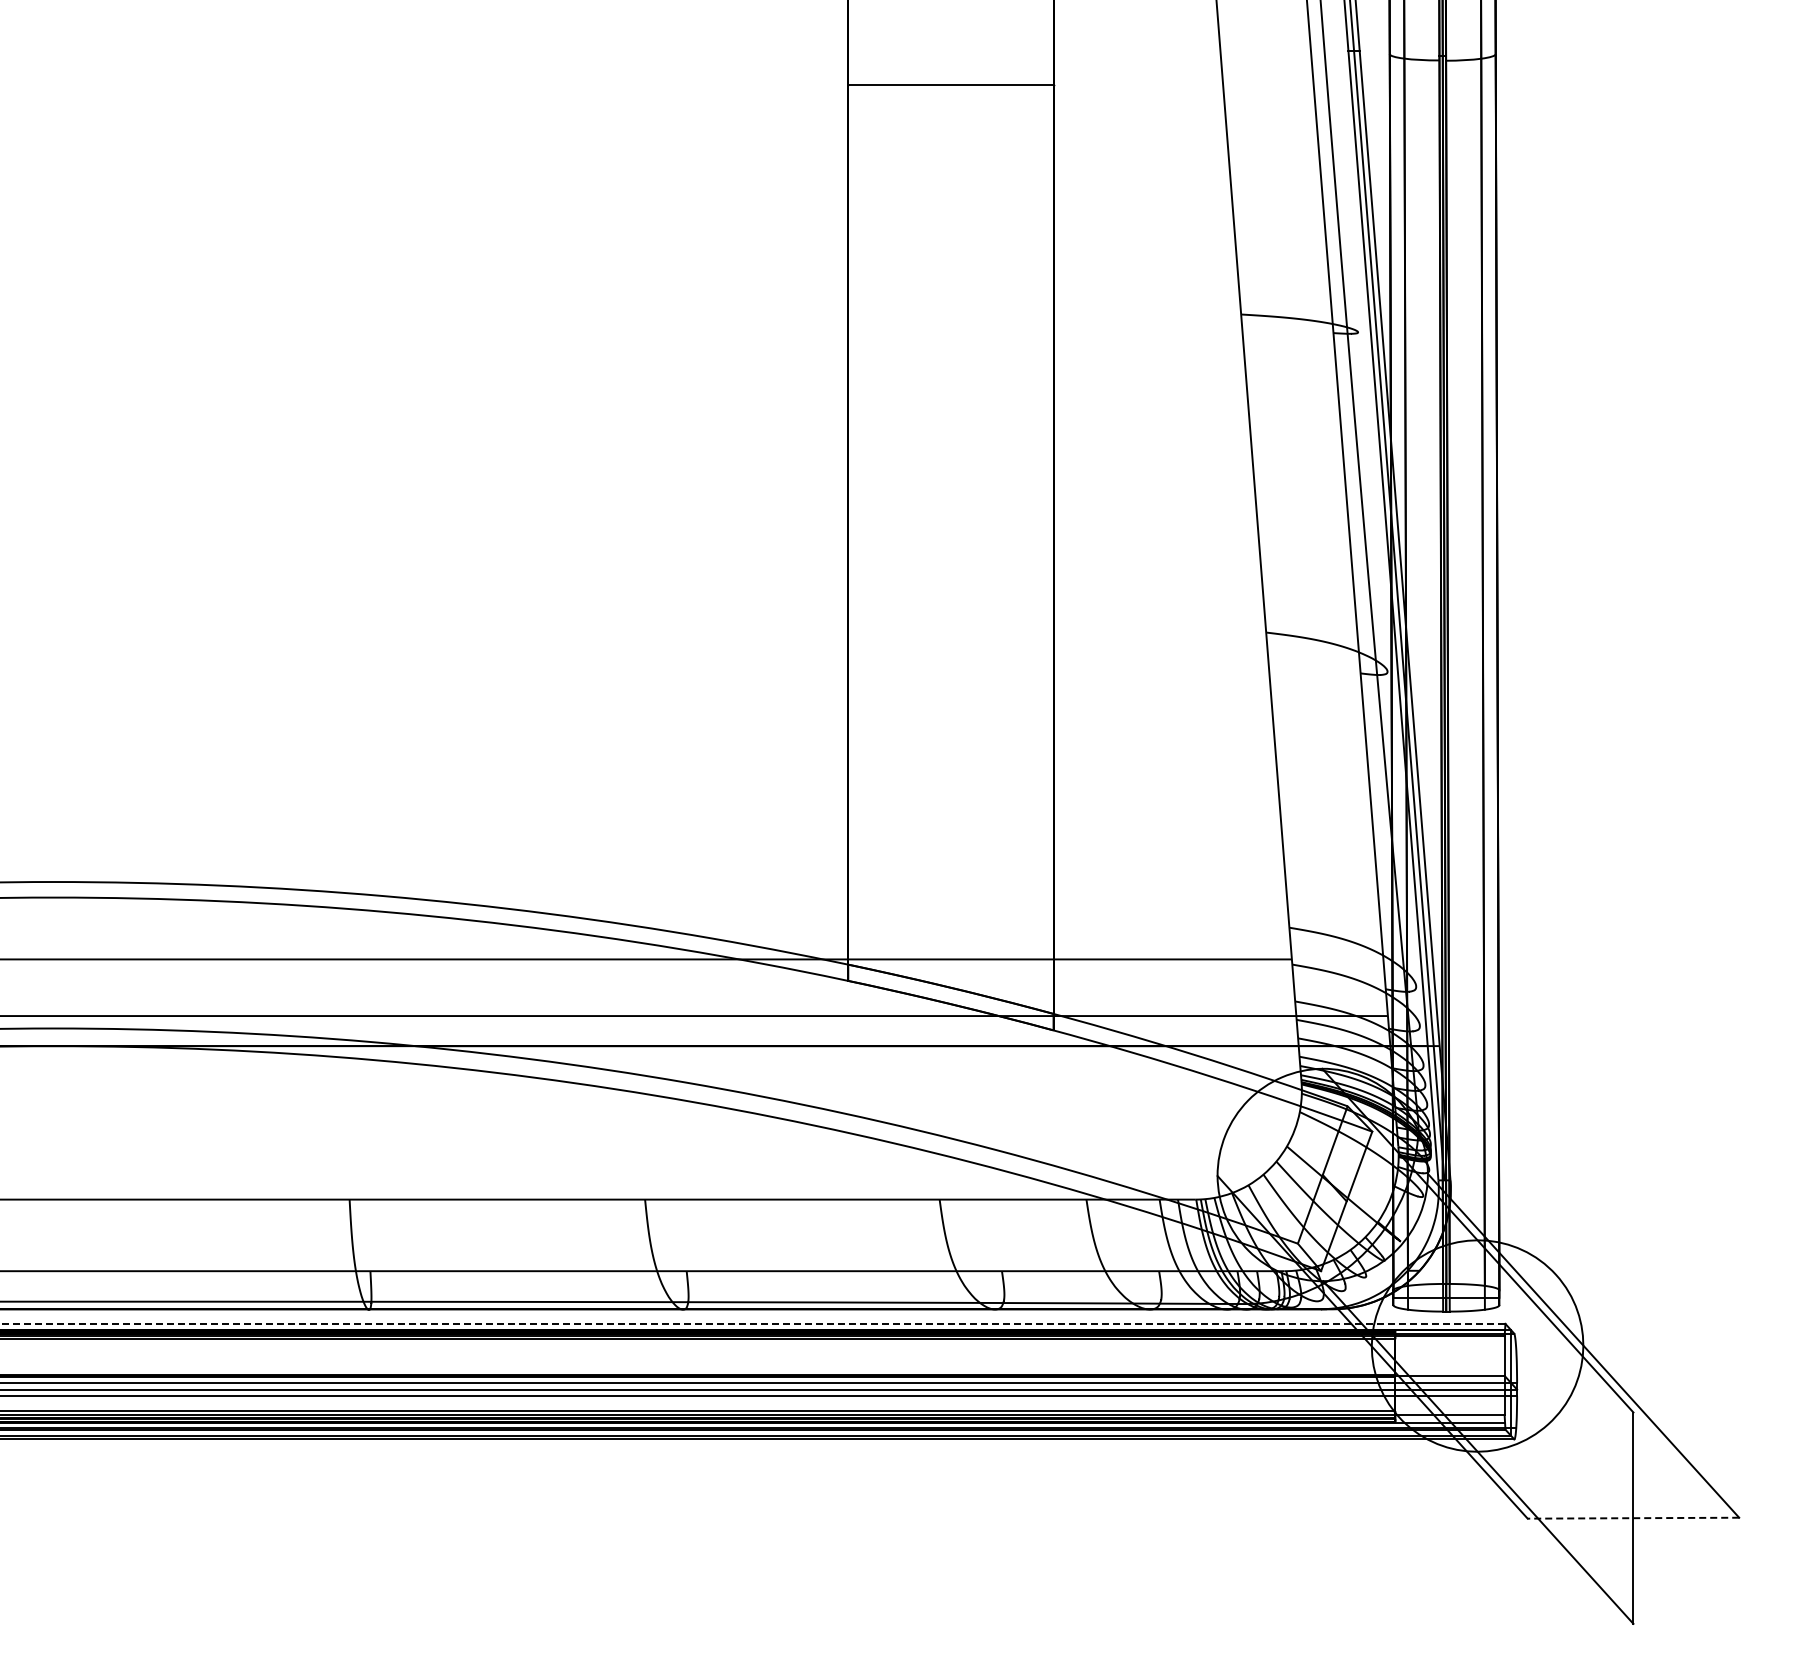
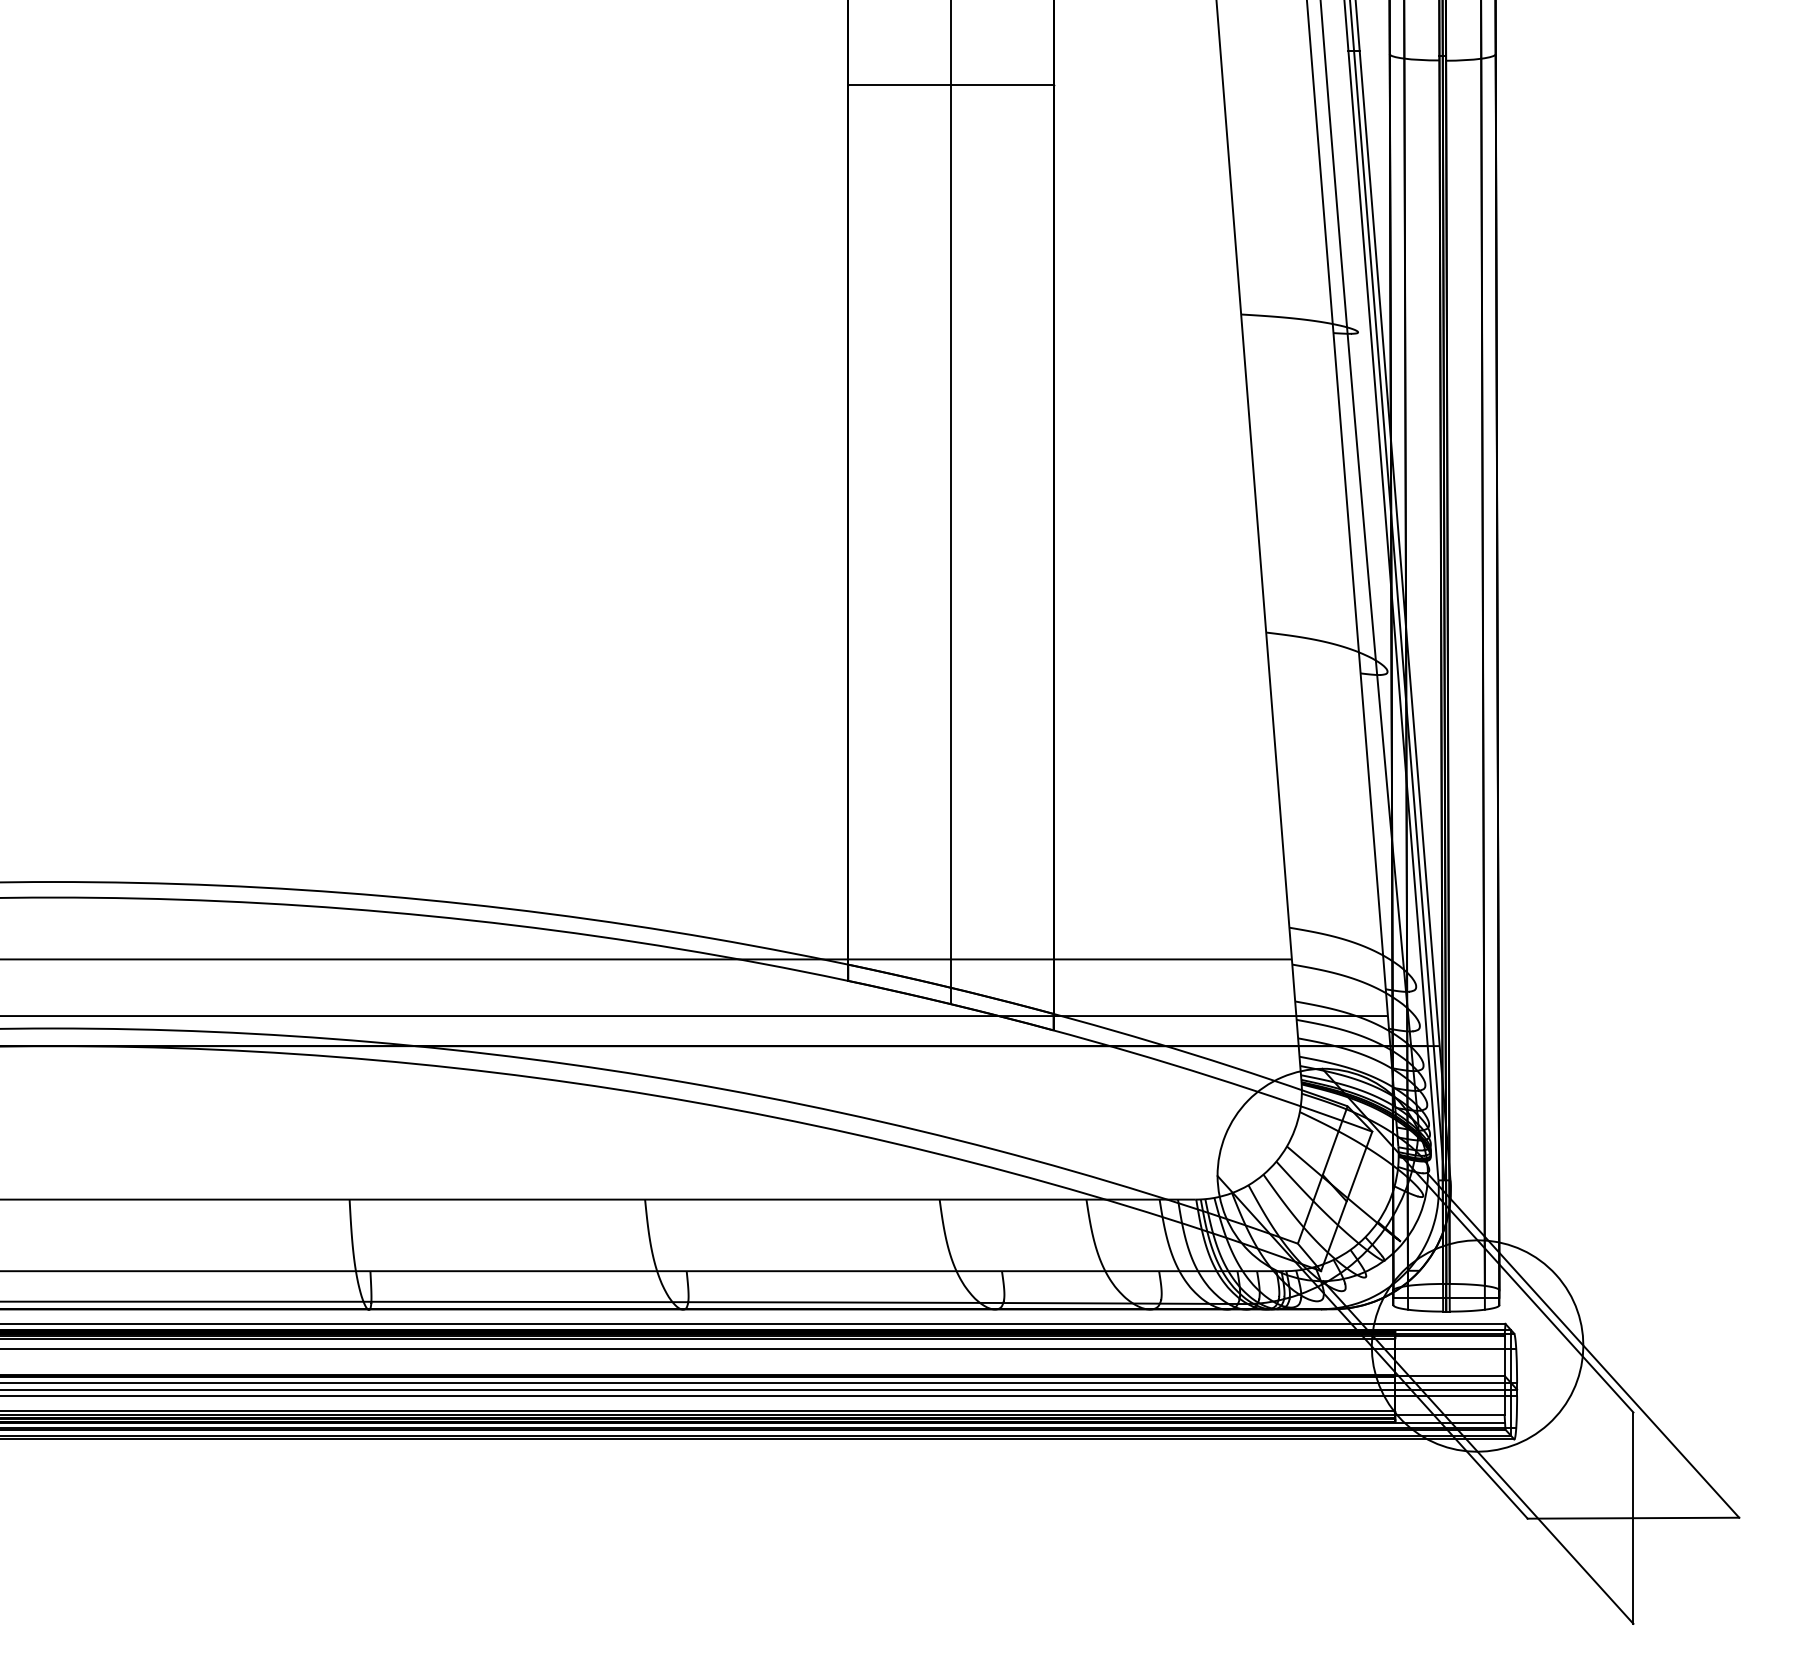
line at (950, 503): none -> present
line at (752, 1323): dashed -> solid
line at (759, 1349): none -> present
line at (1633, 1518): dashed -> solid
